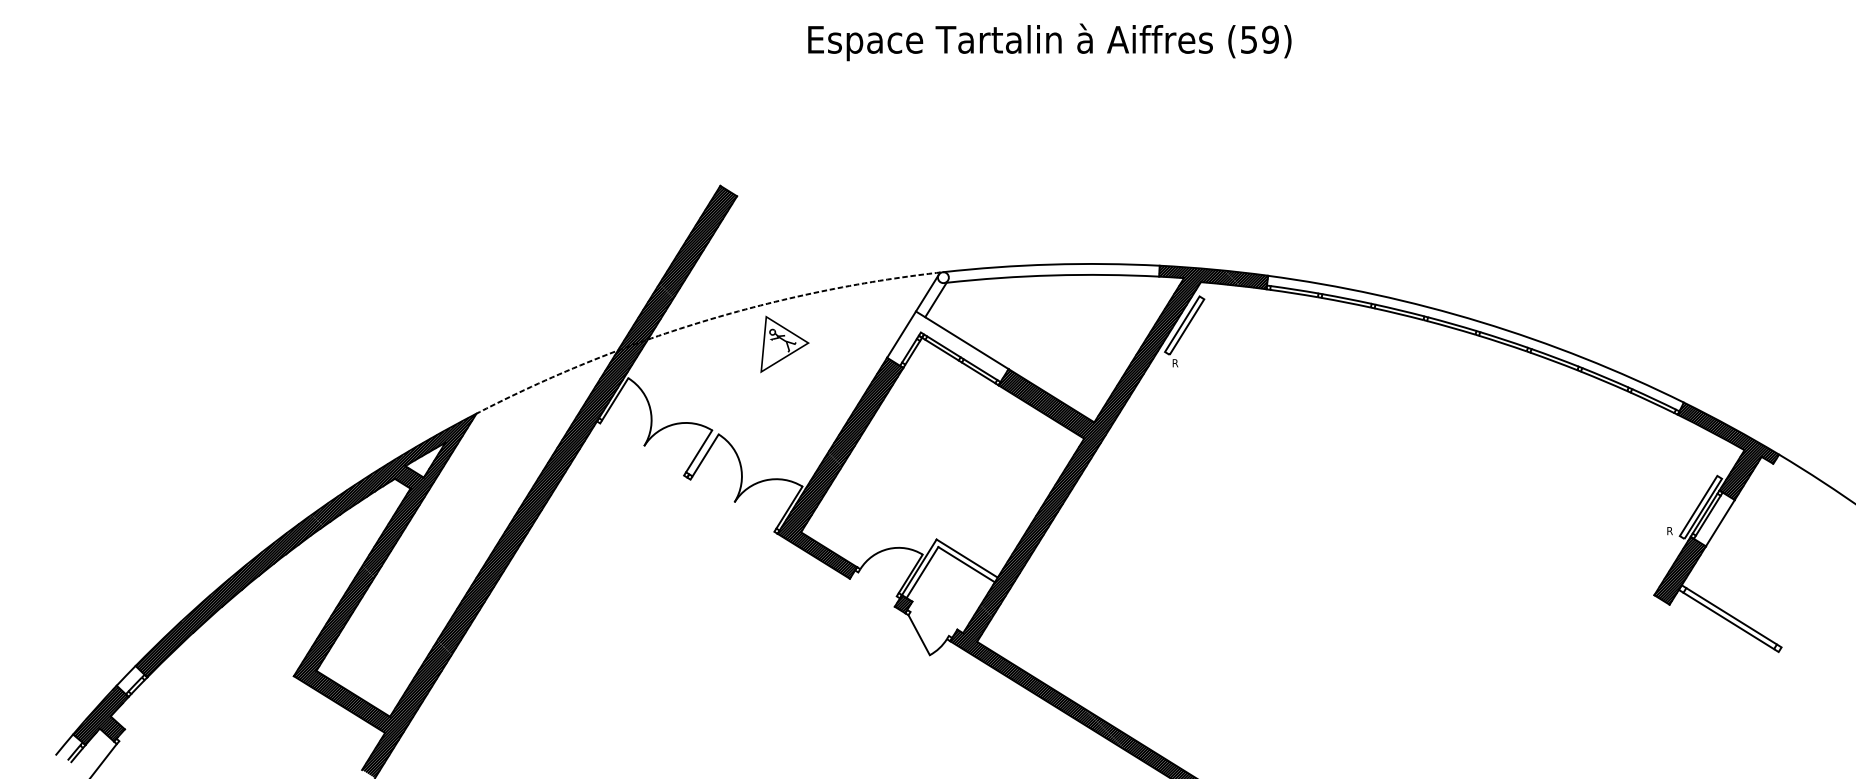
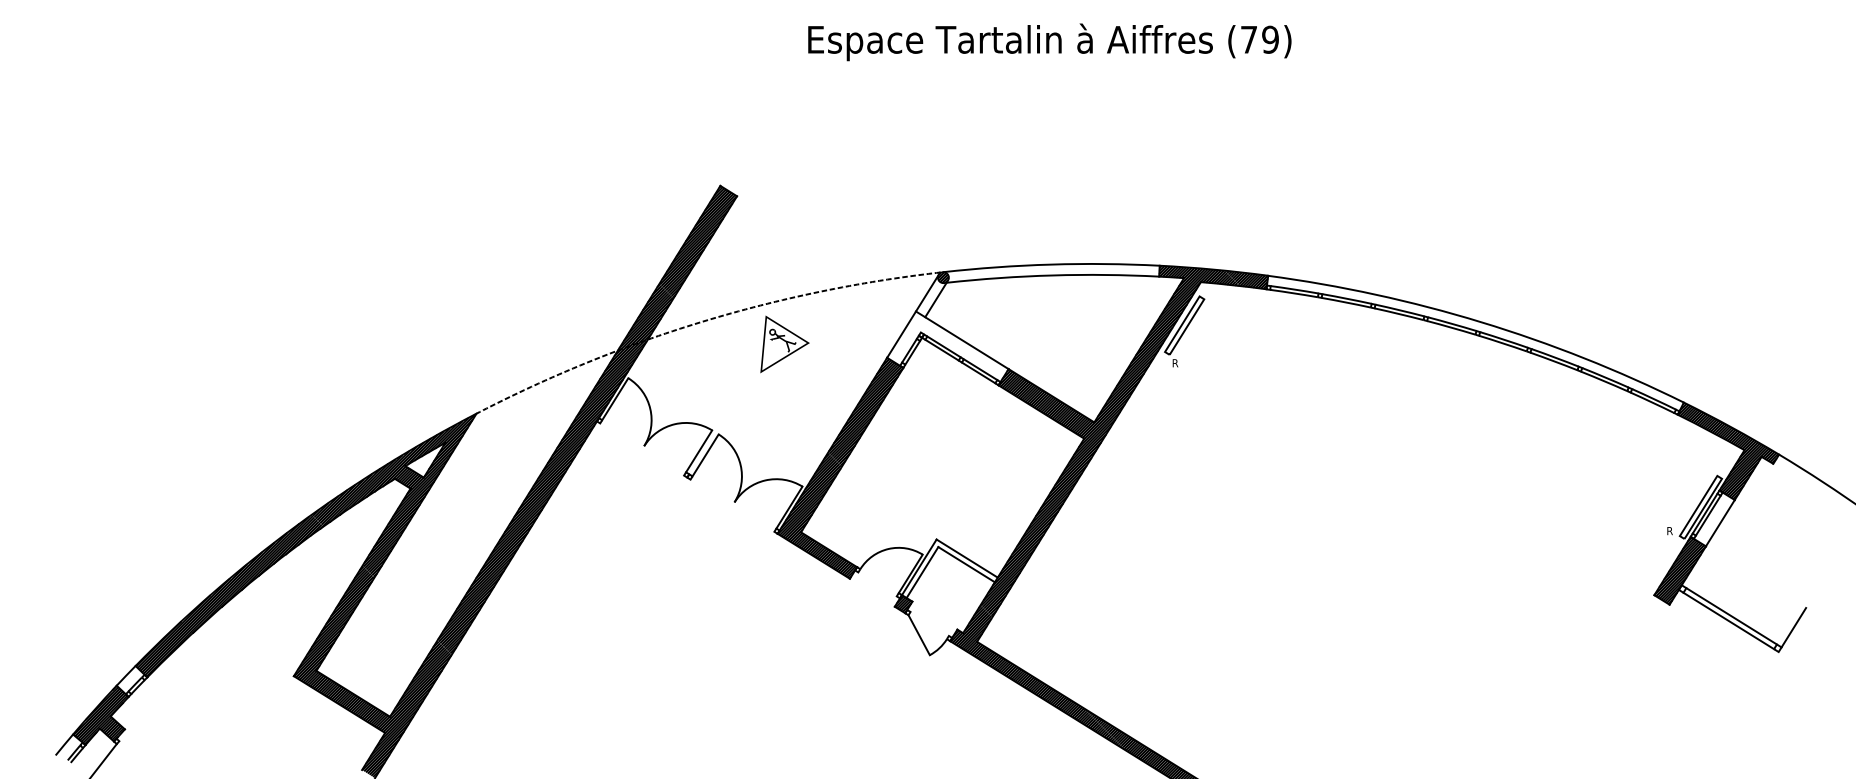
text at (1248, 39): (59) -> (79)
hatch at (943, 277): none -> present
line at (1793, 627): none -> present
